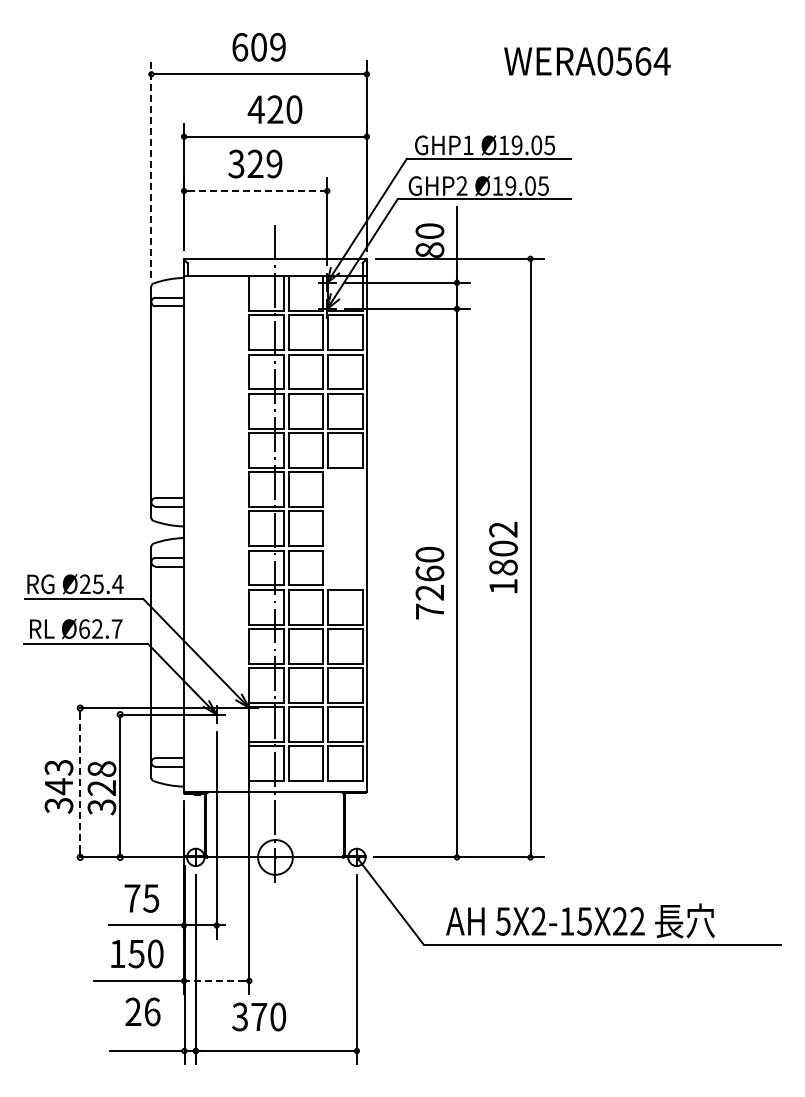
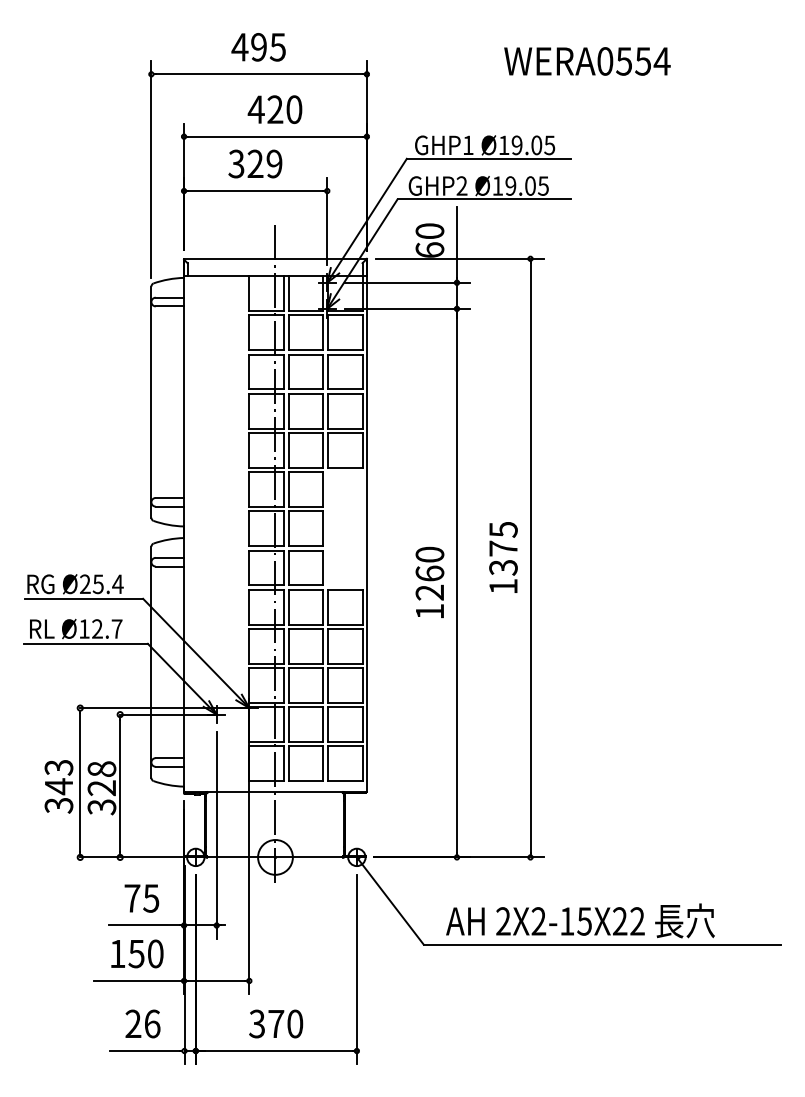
text at (258, 47): 609 -> 495
text at (643, 61): WERA0564 -> WERA0554
line at (151, 169): dashed -> solid
line at (256, 191): dashed -> solid
text at (429, 249): 80 -> 60
text at (503, 548): 1802 -> 1375
text at (429, 611): 7260 -> 1260
text at (84, 628): Ø62.7 -> Ø12.7
line at (80, 783): dashed -> solid
text at (503, 921): 5X2-15X22 -> 2X2-15X22
line at (216, 980): dashed -> solid
text at (142, 1011) position: (142, 1011) -> (142, 1023)
text at (259, 1016) position: (259, 1016) -> (276, 1023)
